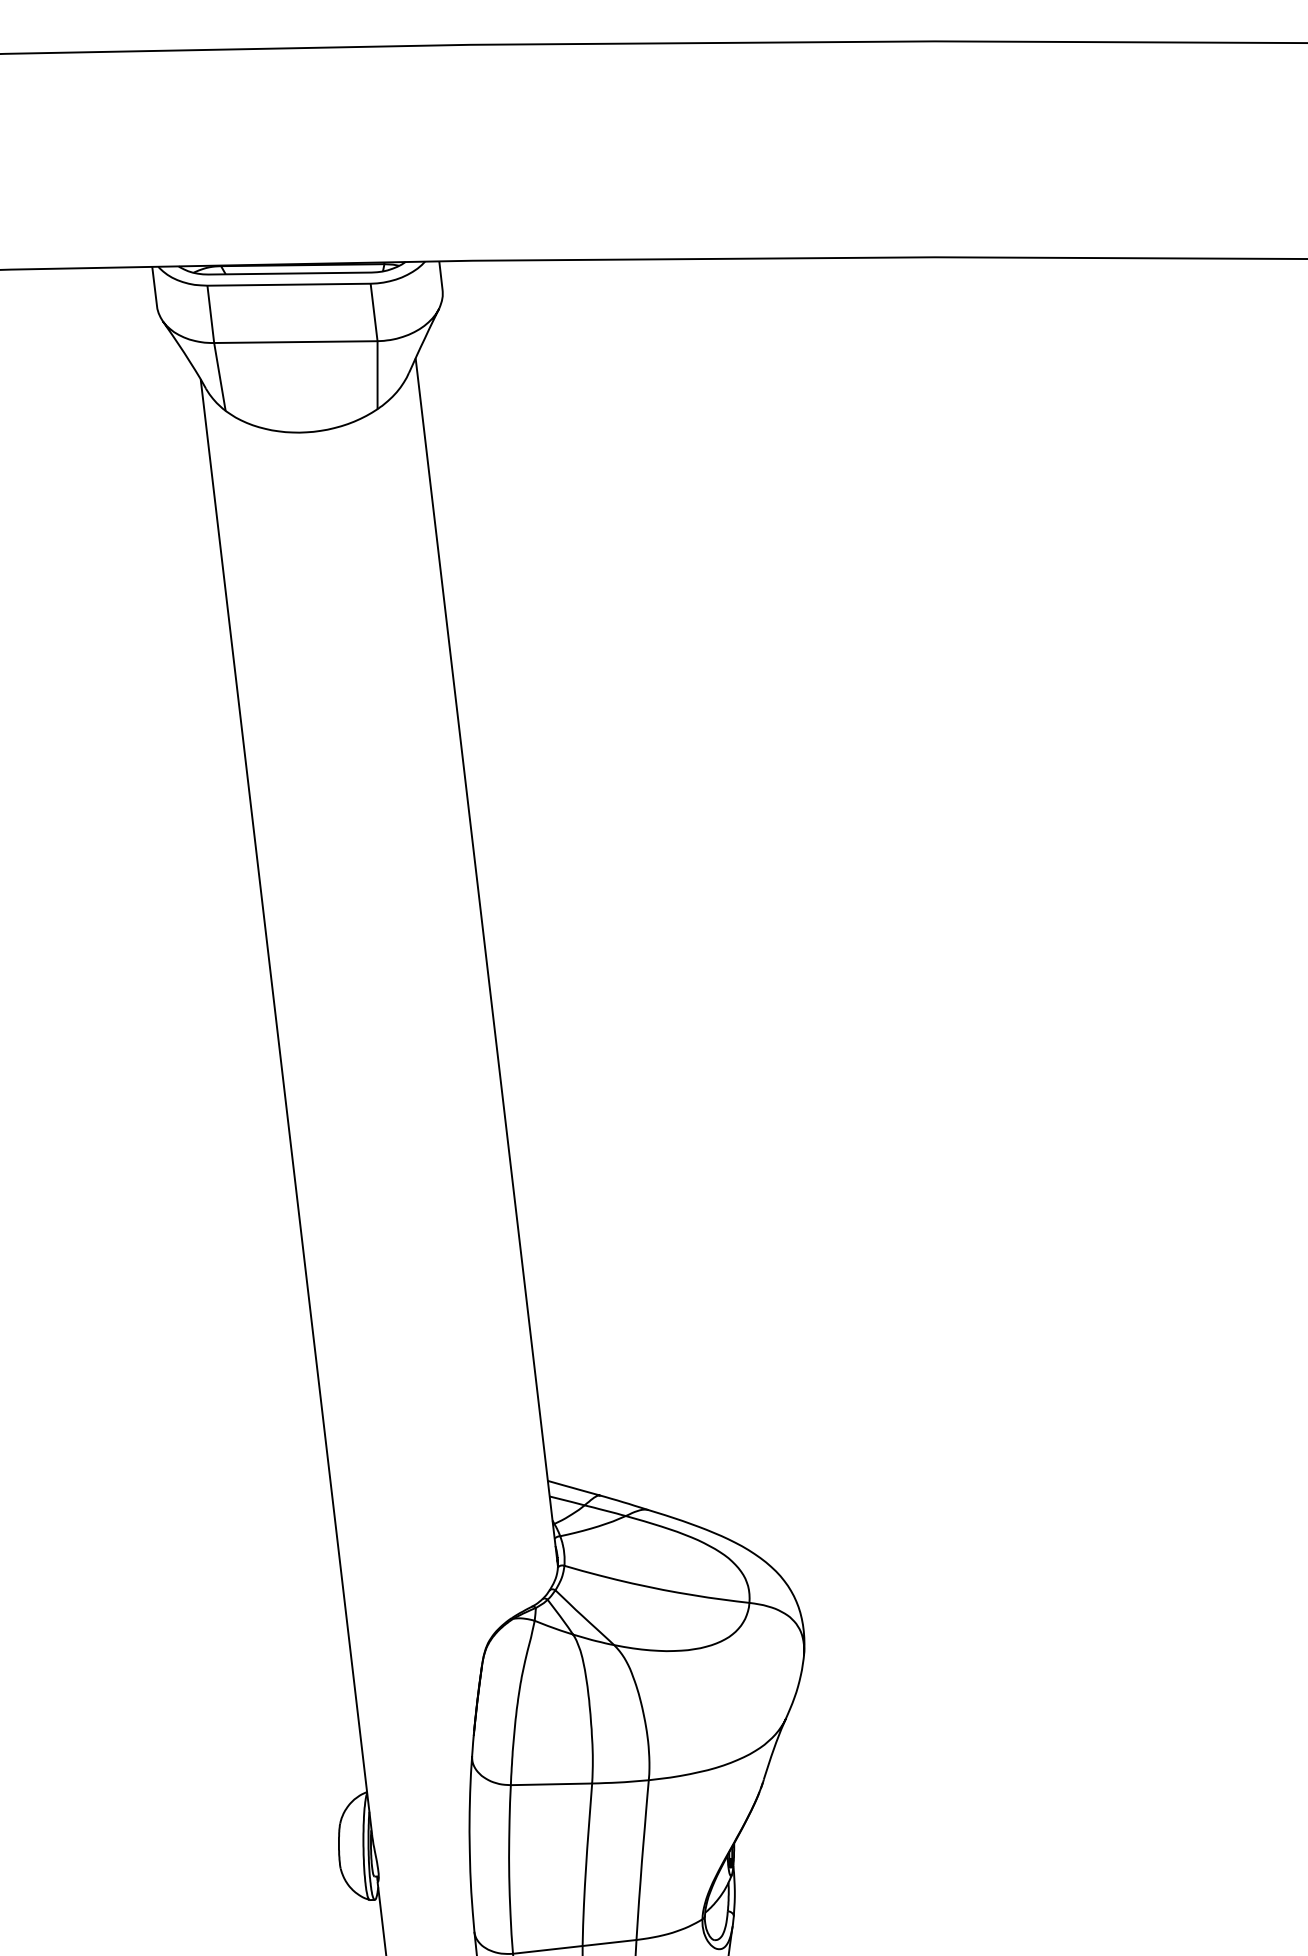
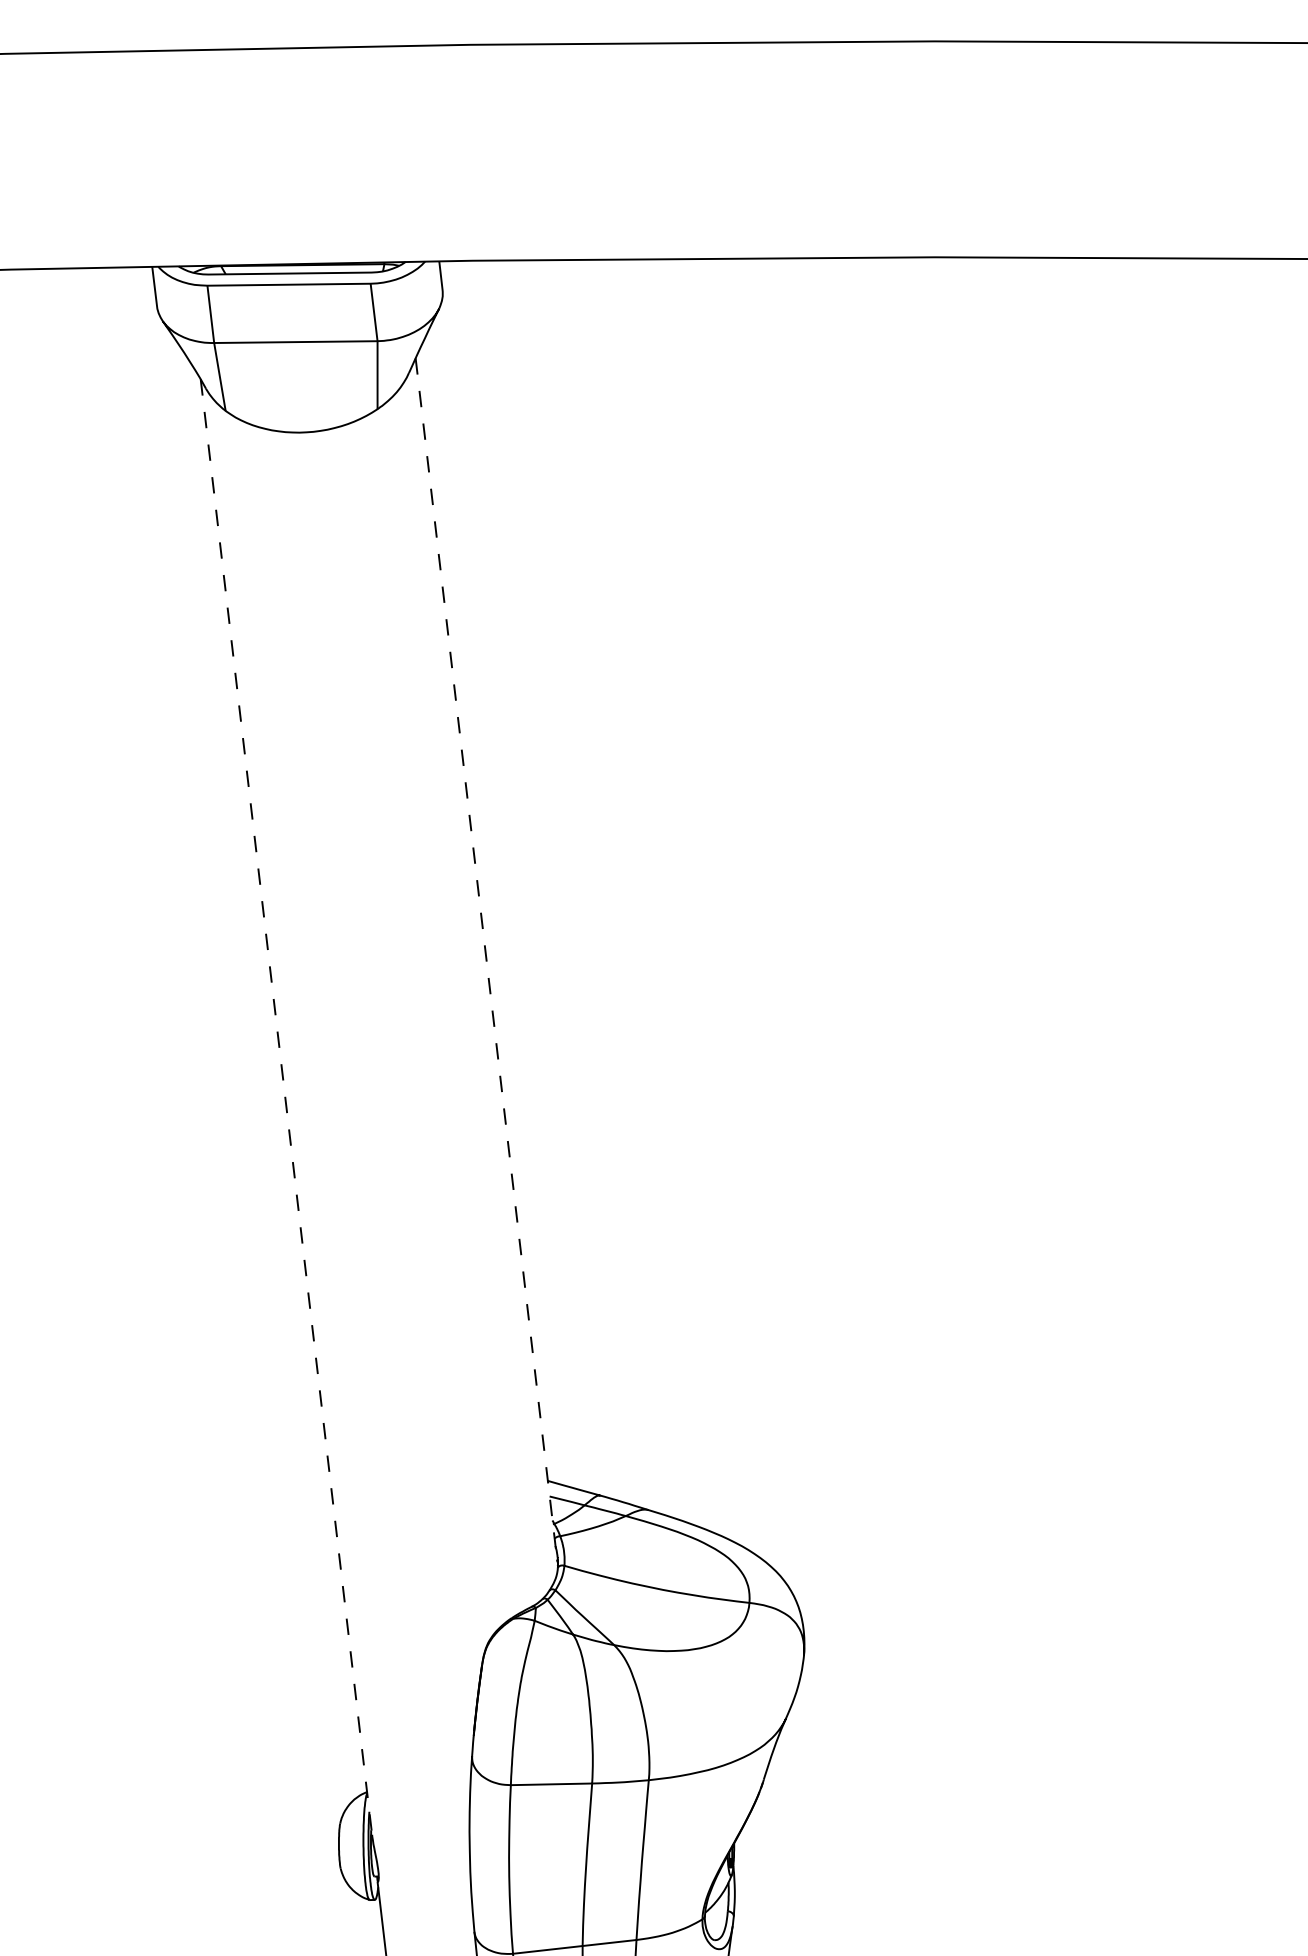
line at (486, 962): solid -> dashed
line at (286, 1107): solid -> dashed
